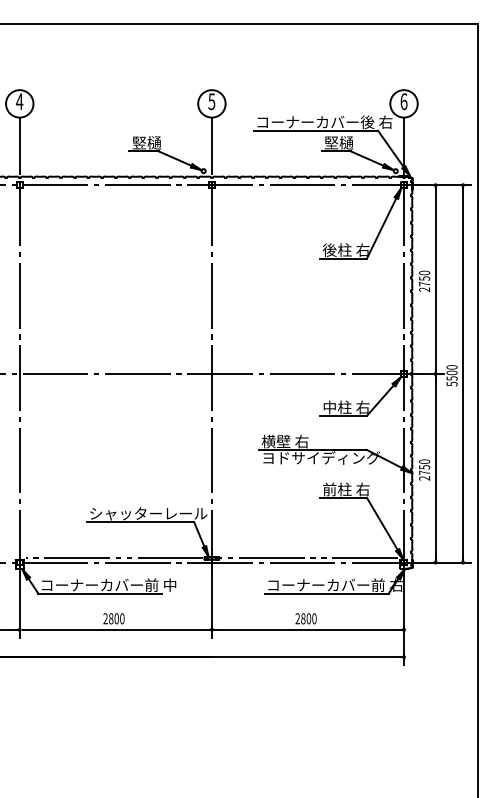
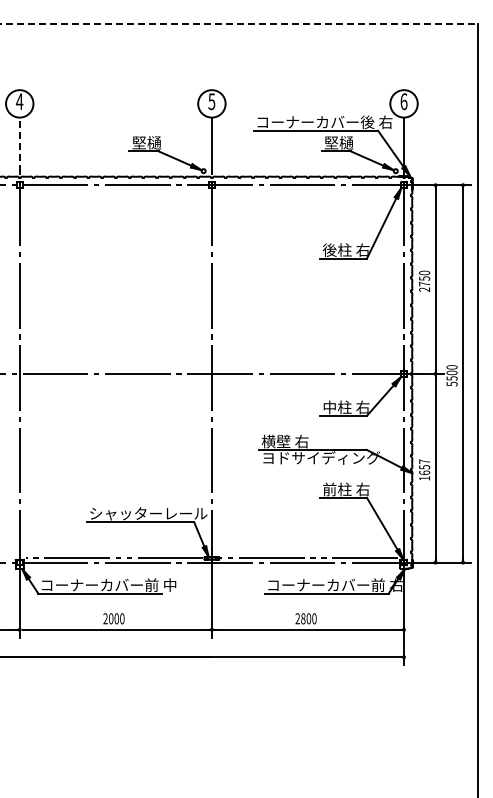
line at (239, 23): solid -> dashed
text at (139, 142): 竪樋 -> 堅樋
line at (19, 144): solid -> dashed
text at (424, 469): 2750 -> 1657
text at (111, 619): 2800 -> 2000
